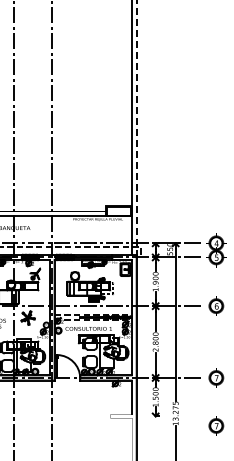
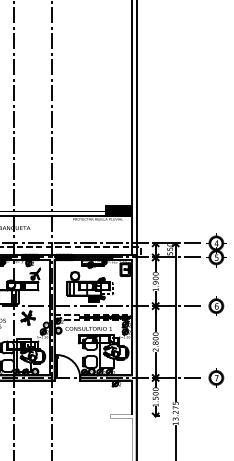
line at (136, 127): dashed -> solid
hatch at (118, 210): none -> present
part at (216, 425): present -> none
